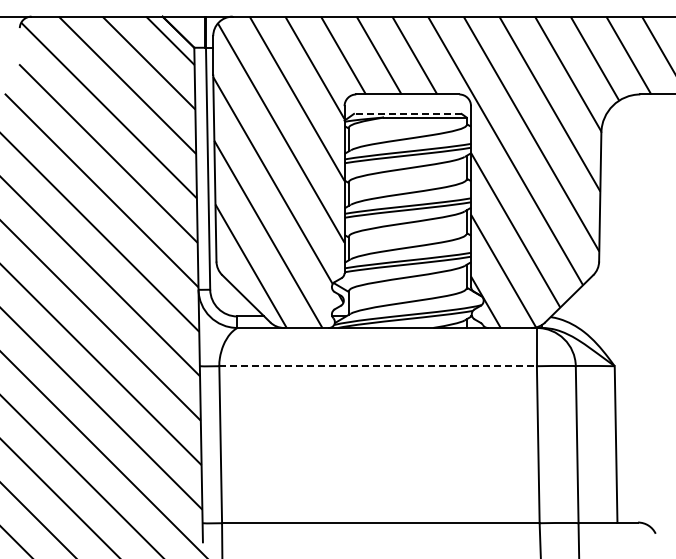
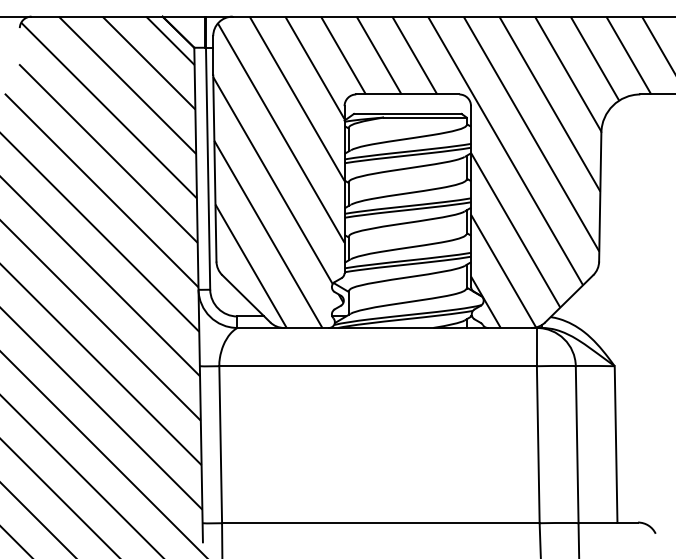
line at (407, 113): dashed -> solid
line at (378, 366): dashed -> solid
